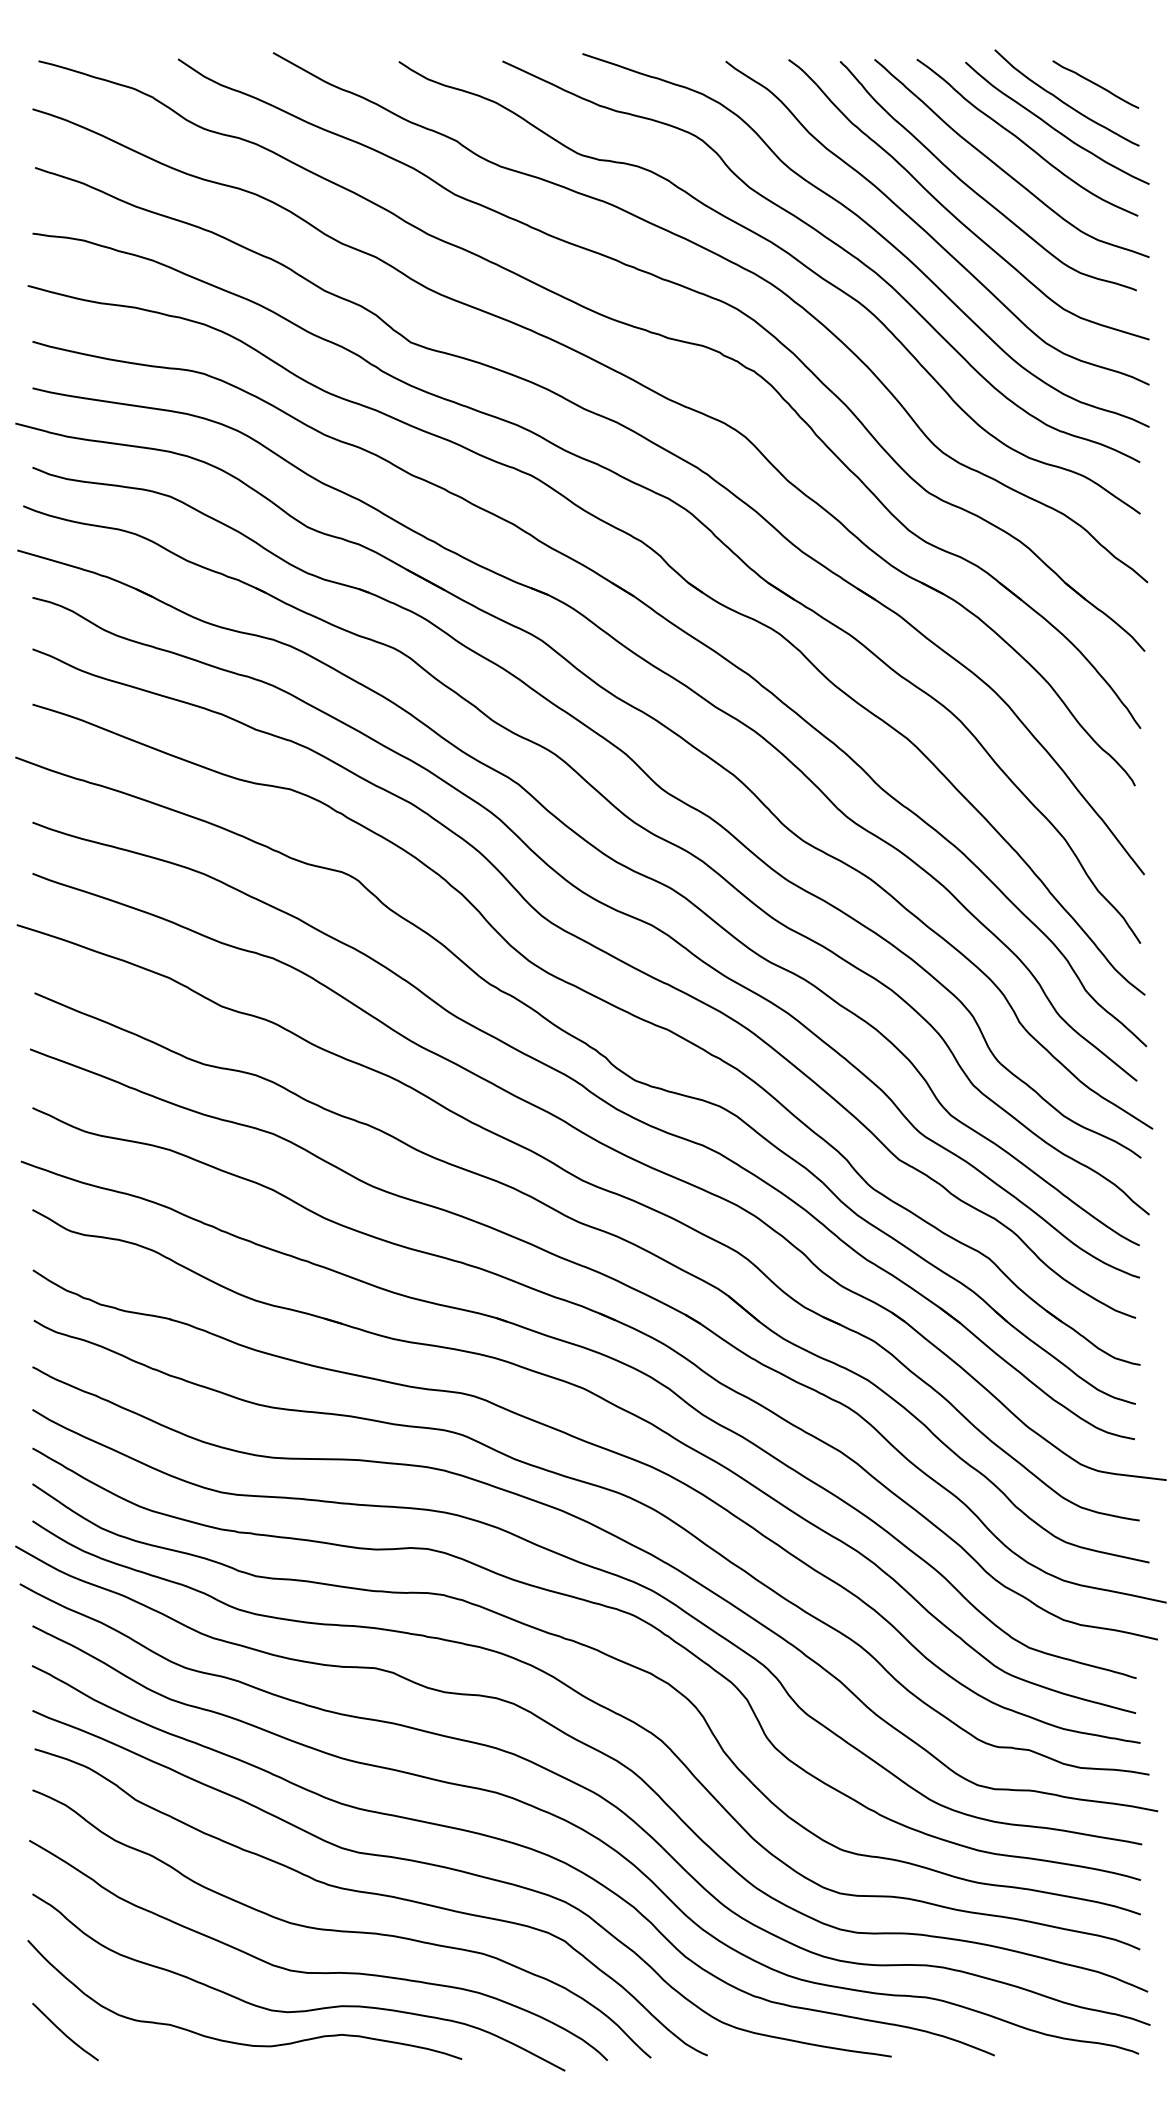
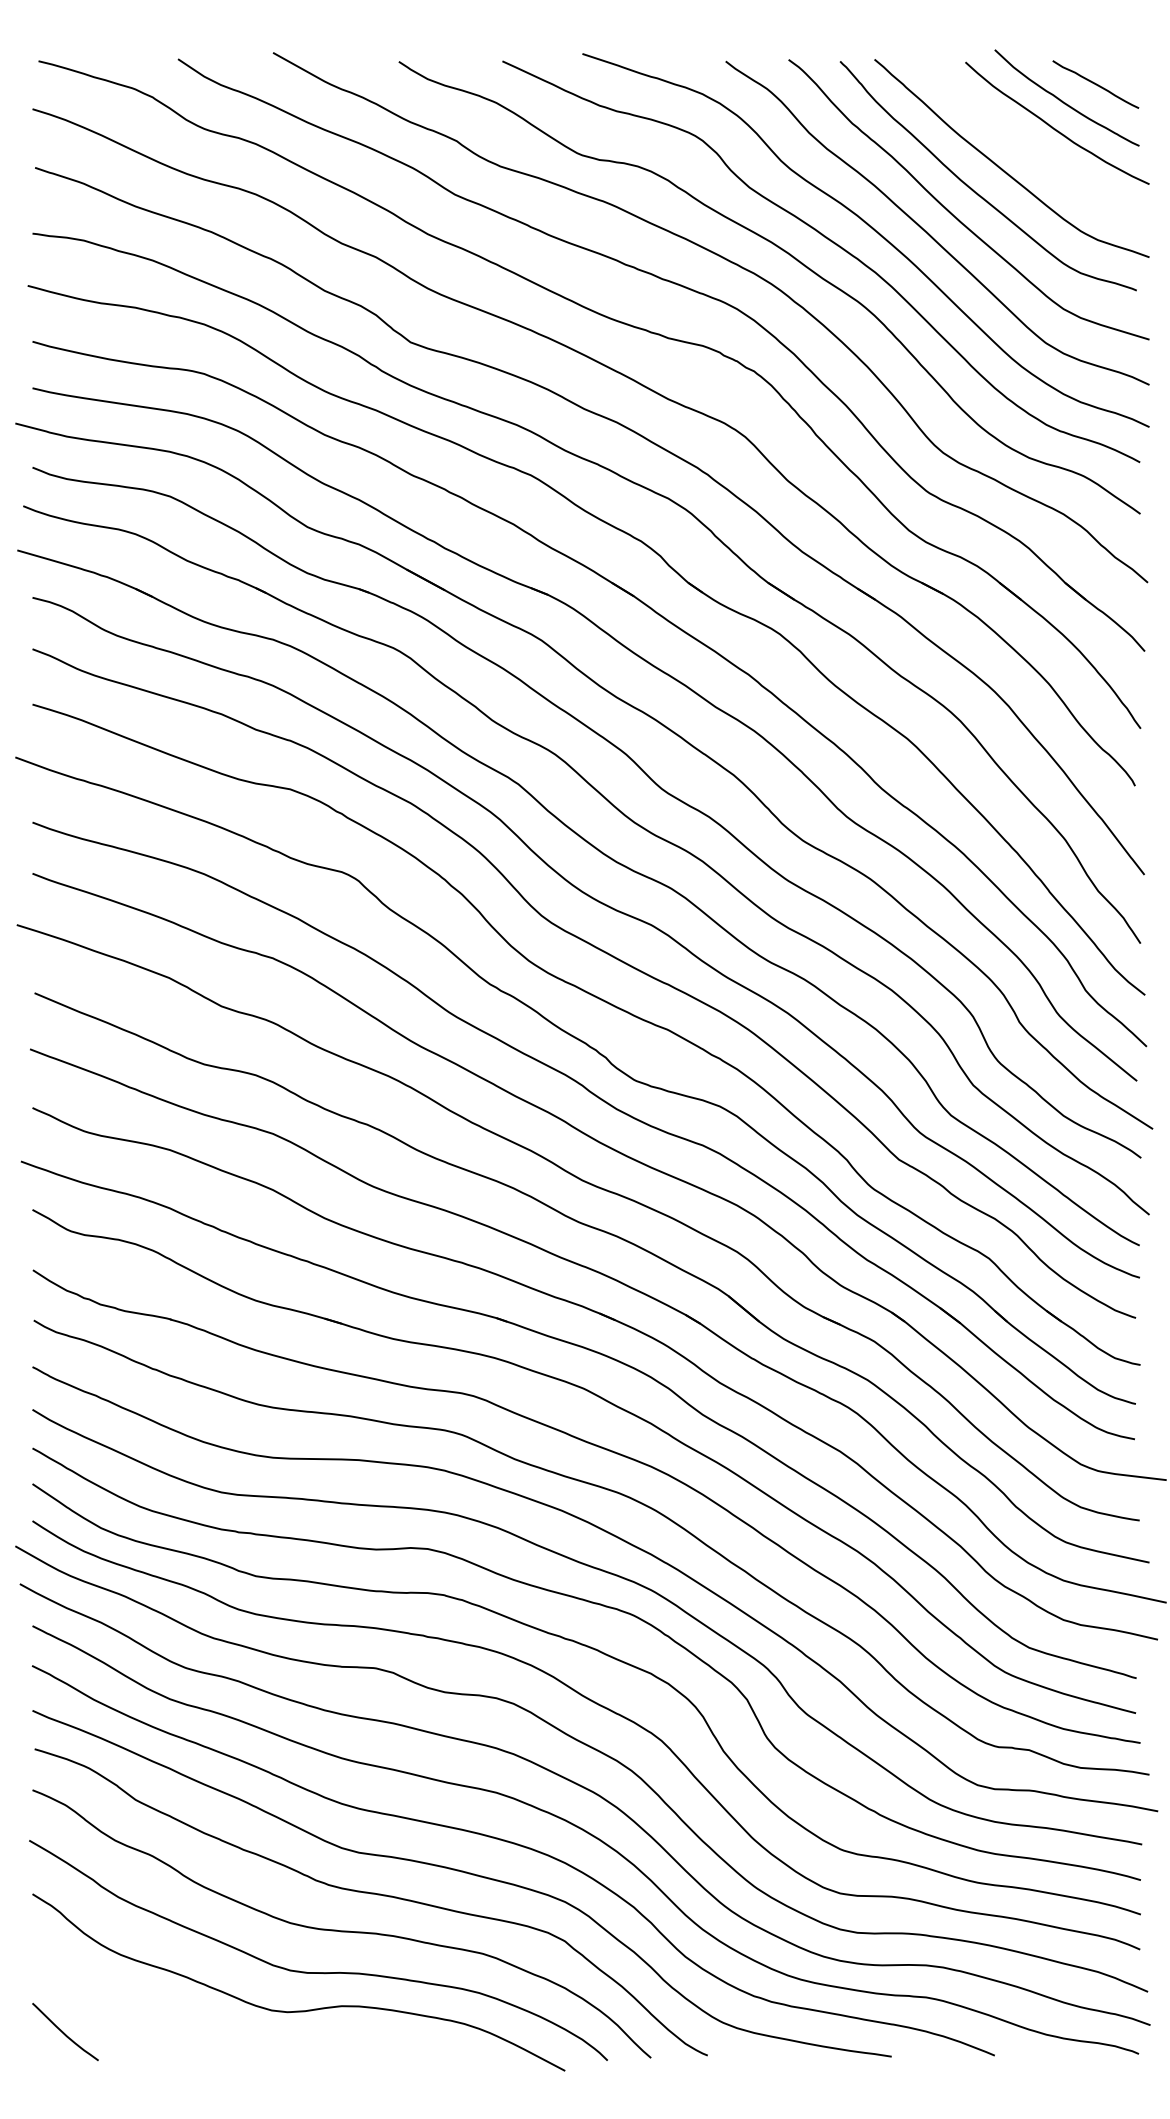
curve at (1025, 142): present -> none
curve at (233, 2041): present -> none
